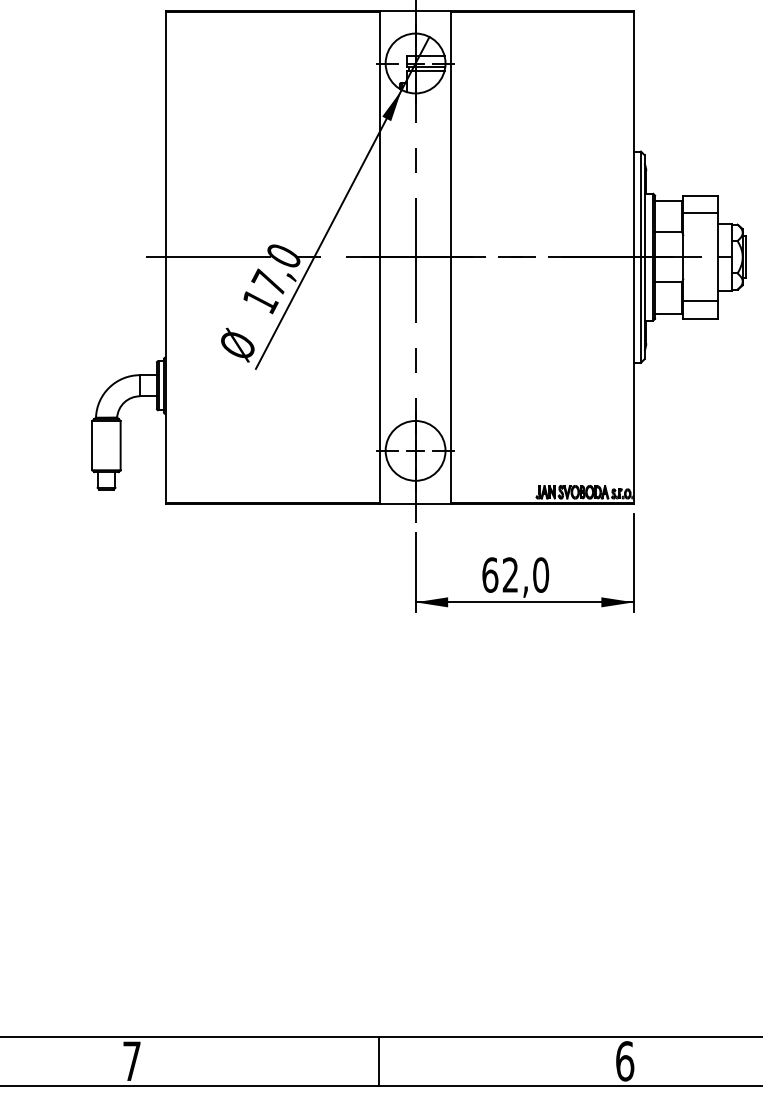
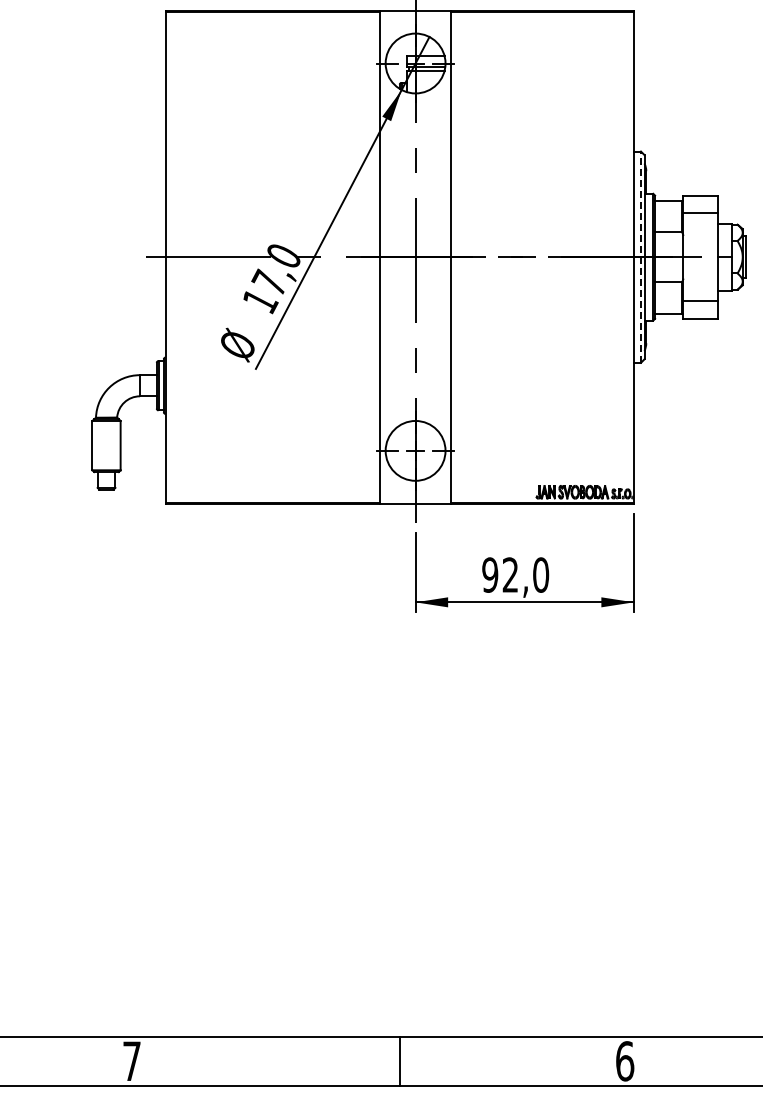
line at (640, 257): solid -> dashed
text at (490, 574): 62,0 -> 92,0
line at (379, 1061) position: (379, 1061) -> (400, 1061)
